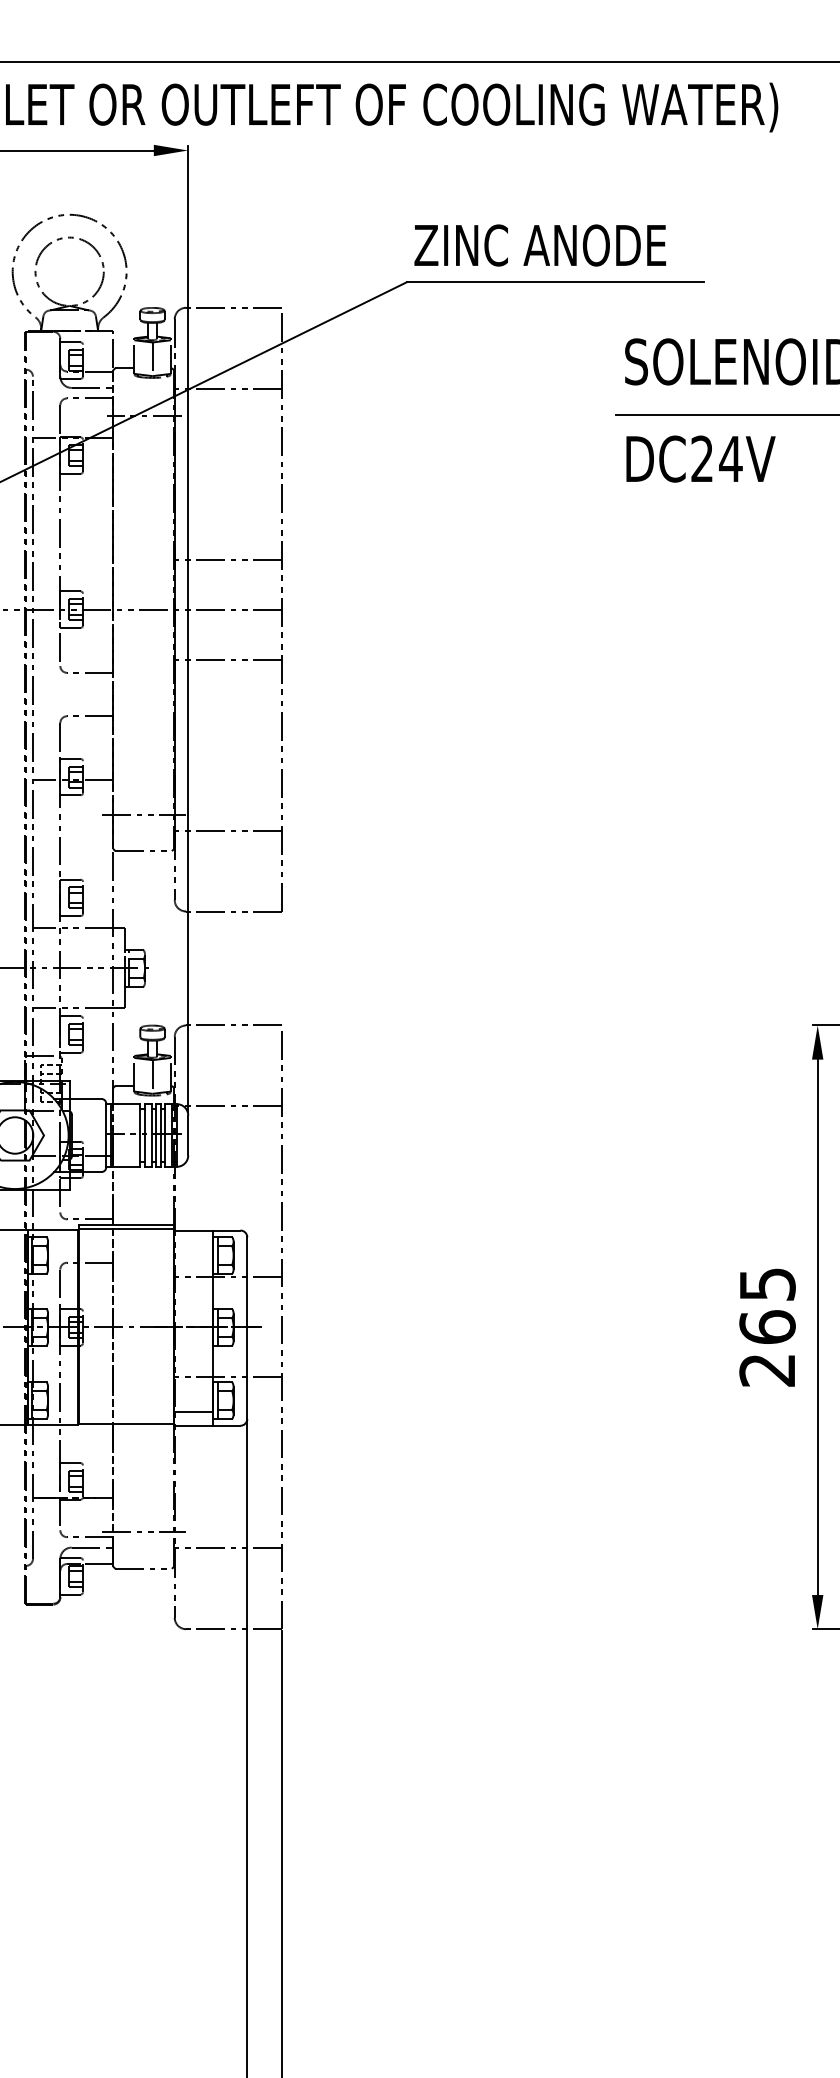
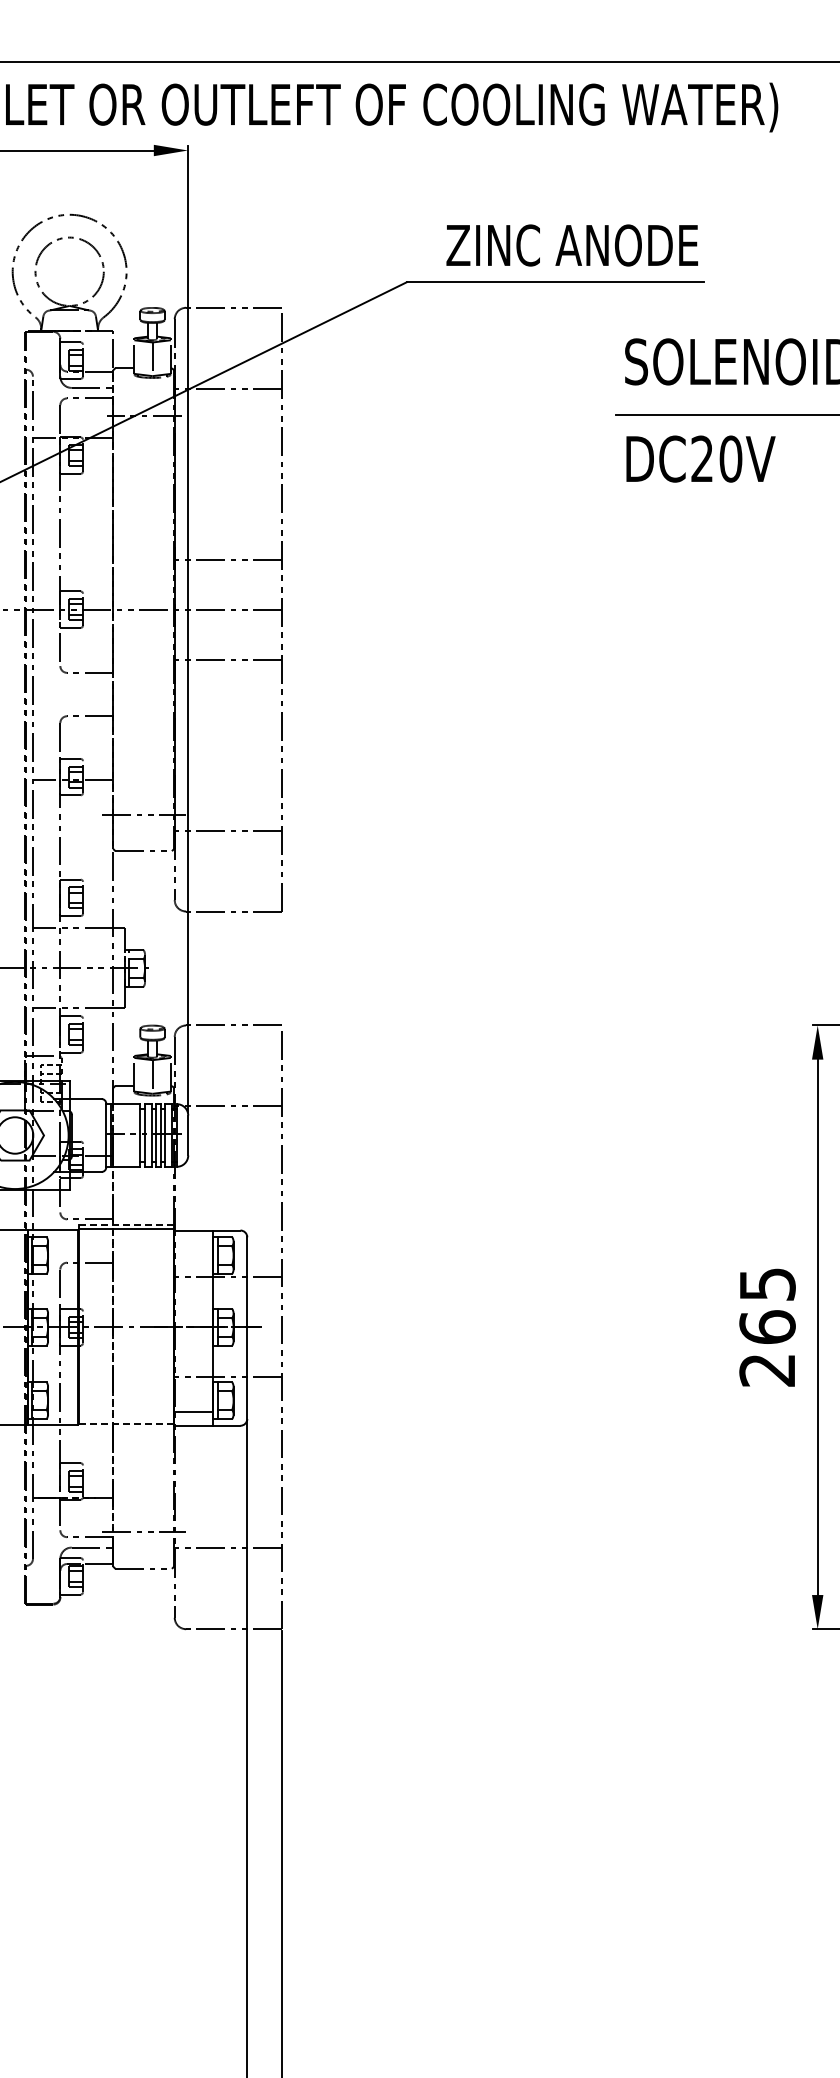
text at (539, 245) position: (539, 245) -> (571, 245)
text at (730, 458): DC24V -> DC20V
line at (126, 1224): solid -> dashed
line at (126, 1424): solid -> dashed
